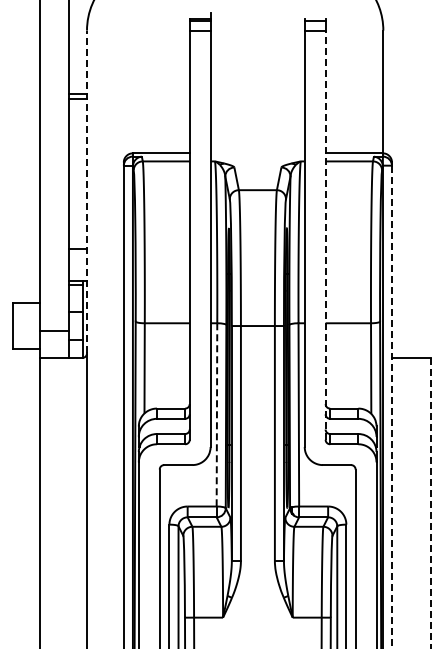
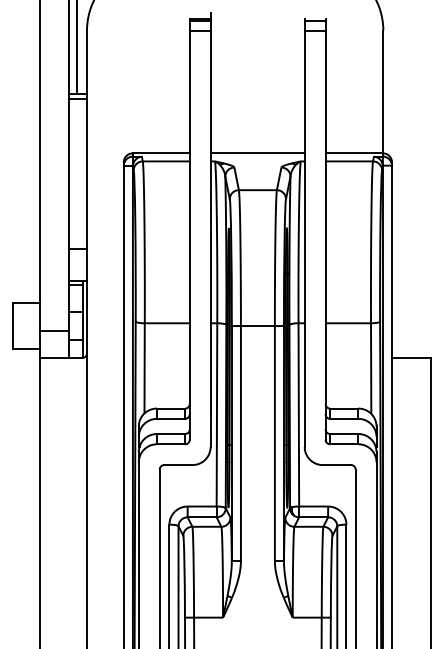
line at (77, 48): none -> present
line at (257, 153): none -> present
line at (87, 191): dashed -> solid
line at (325, 235): dashed -> solid
line at (391, 407): dashed -> solid
line at (216, 414): dashed -> solid
line at (430, 503): dashed -> solid
